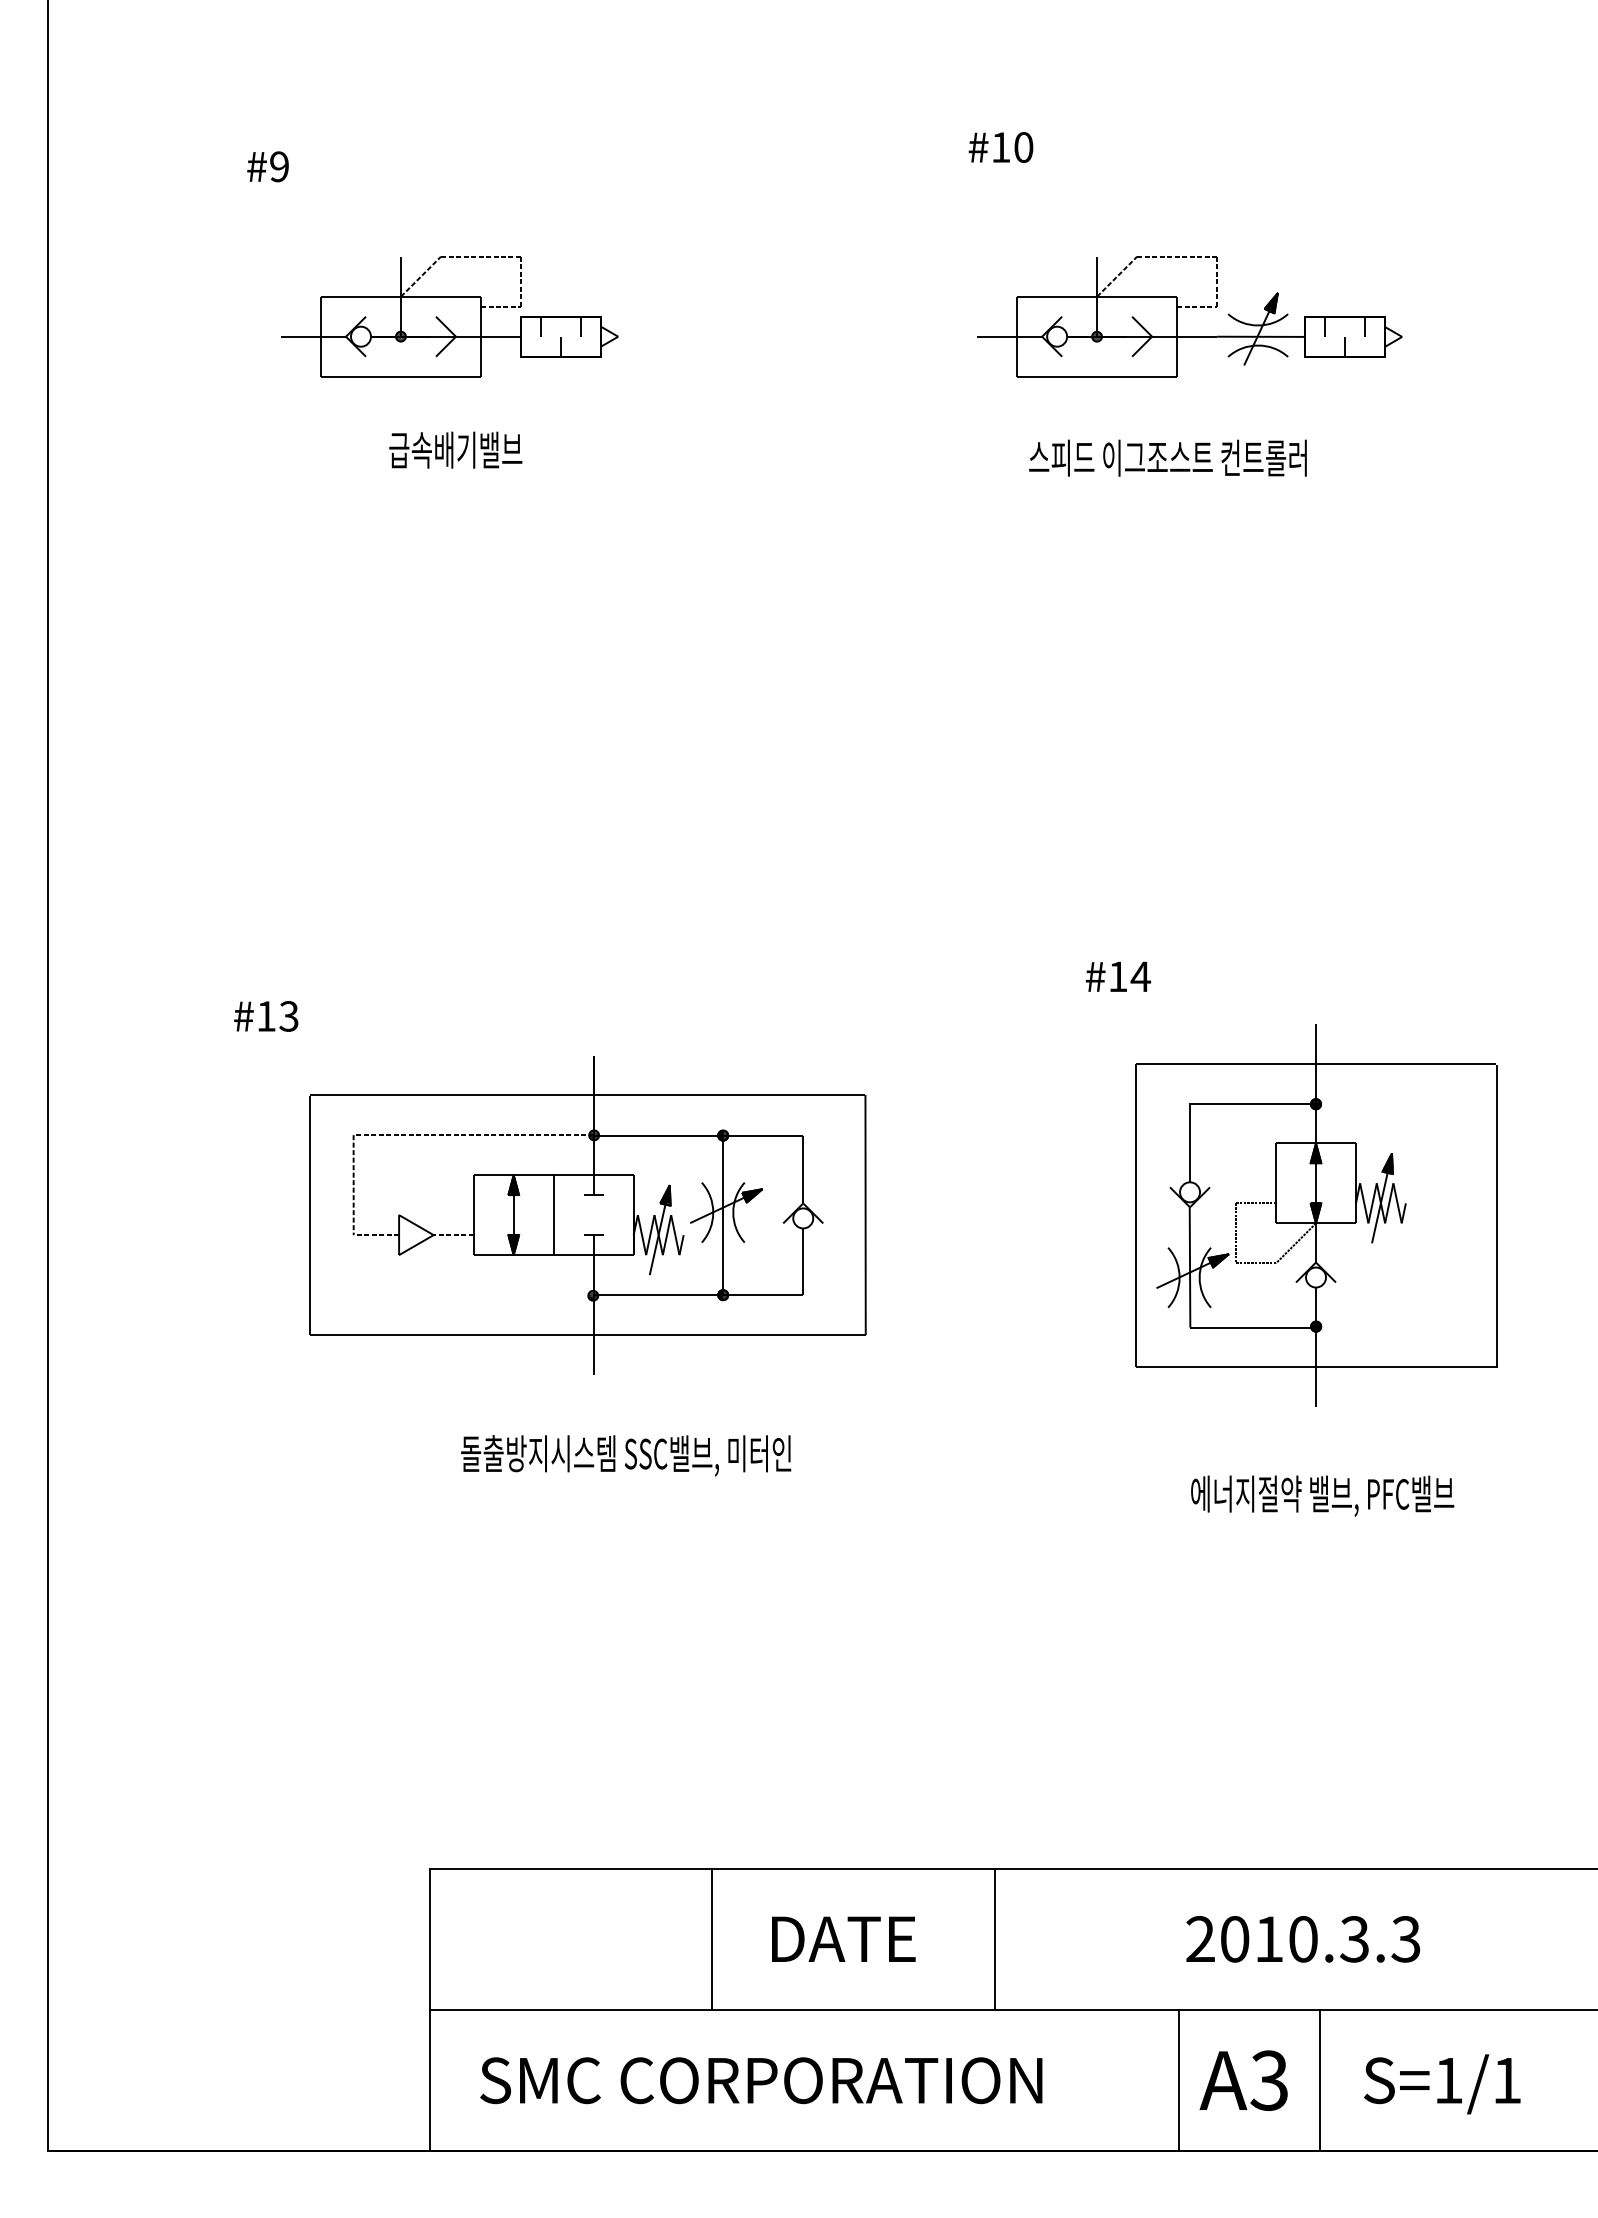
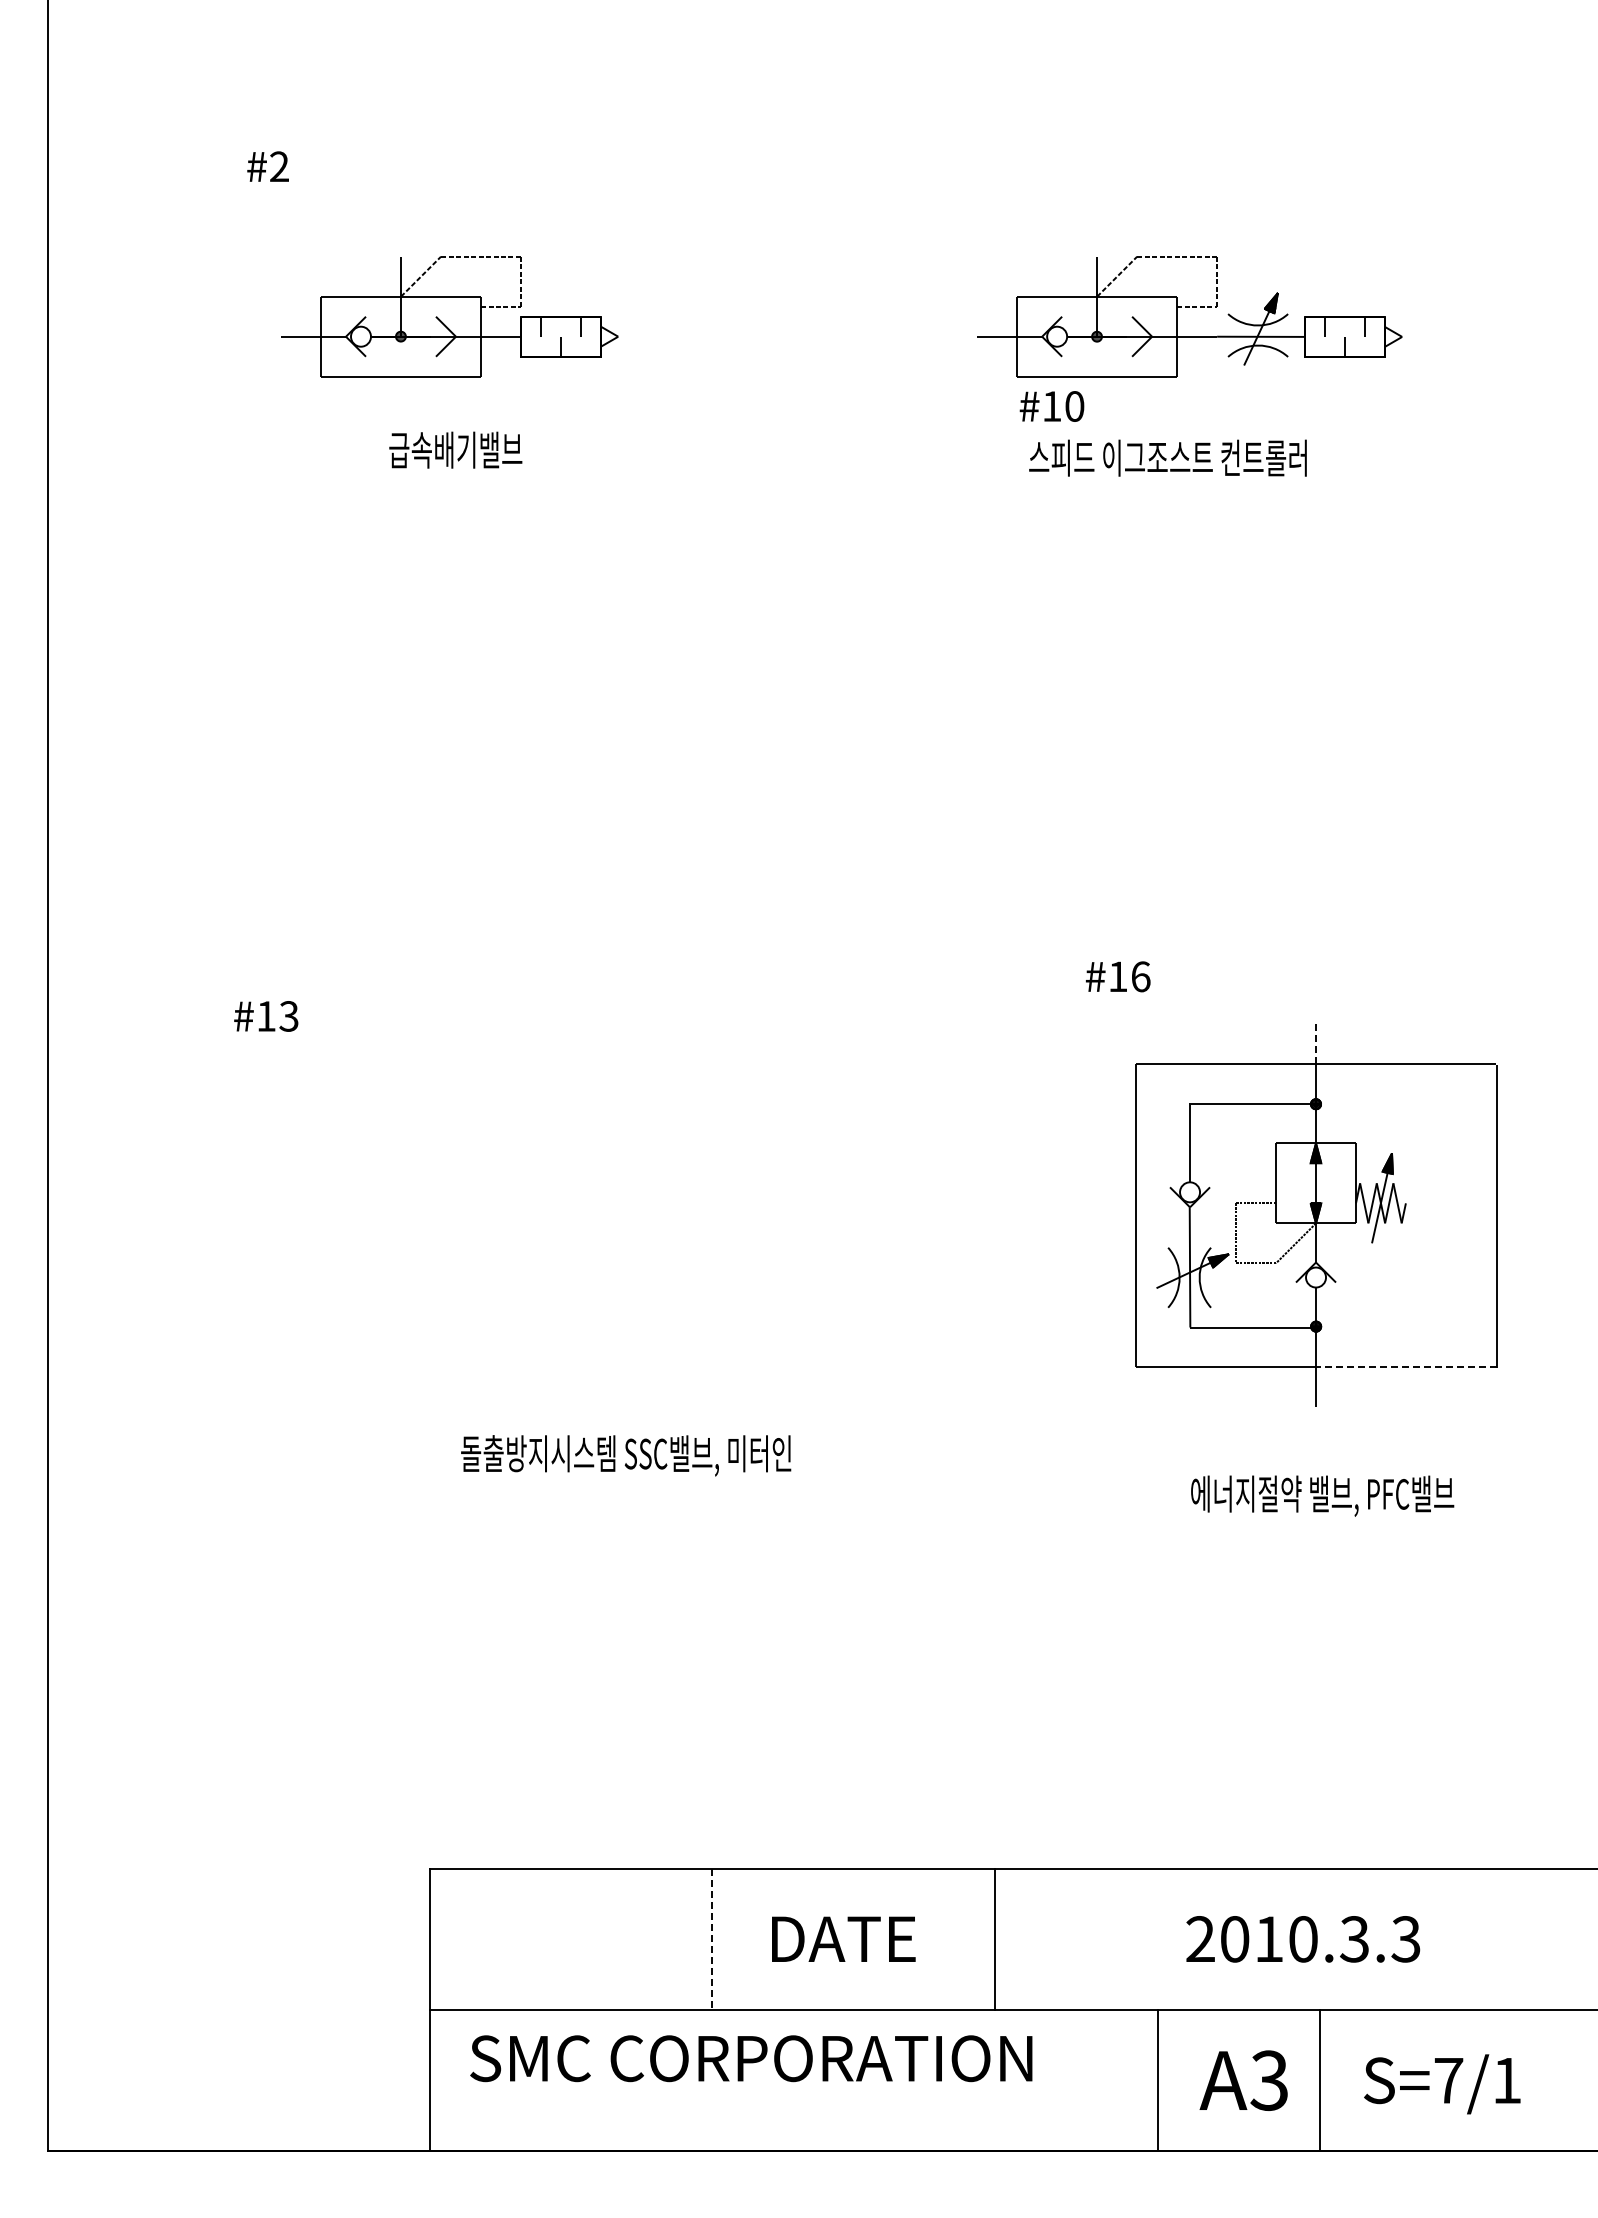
text at (1000, 147) position: (1000, 147) -> (1051, 406)
text at (279, 166): #9 -> #2
text at (1140, 976): #14 -> #16
line at (1316, 1044): solid -> dashed
part at (587, 1215): present -> none
line at (1405, 1366): solid -> dashed
line at (712, 1939): solid -> dashed
text at (761, 2080) position: (761, 2080) -> (751, 2058)
line at (1179, 2080) position: (1179, 2080) -> (1158, 2080)
text at (1448, 2080): S=1/1 -> S=7/1
